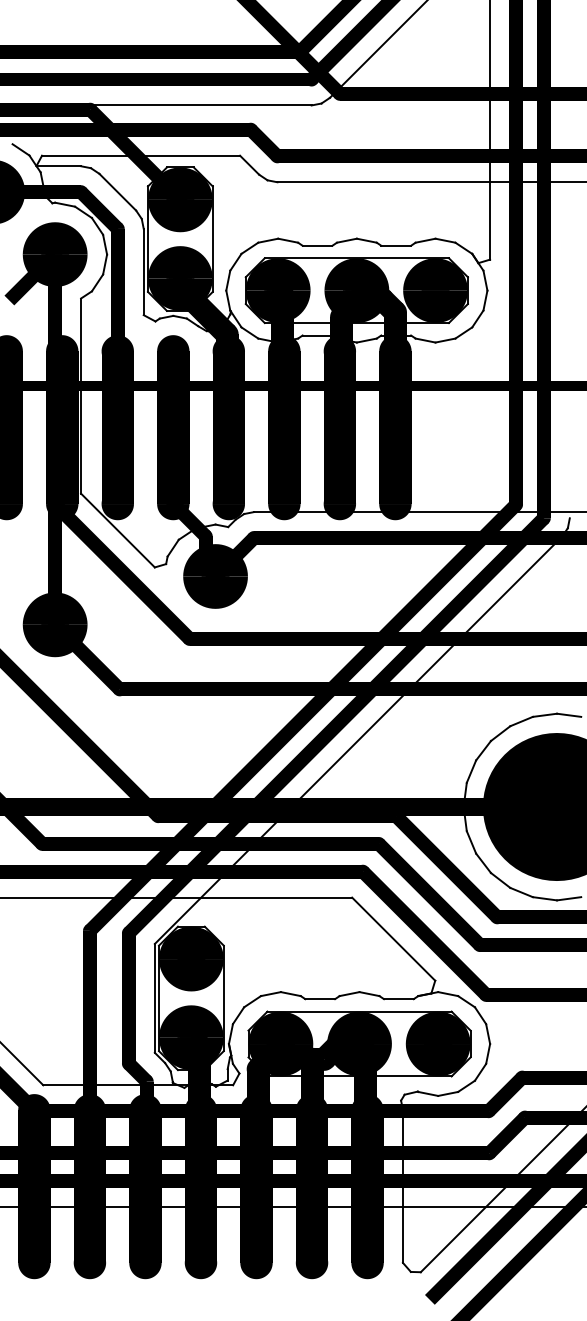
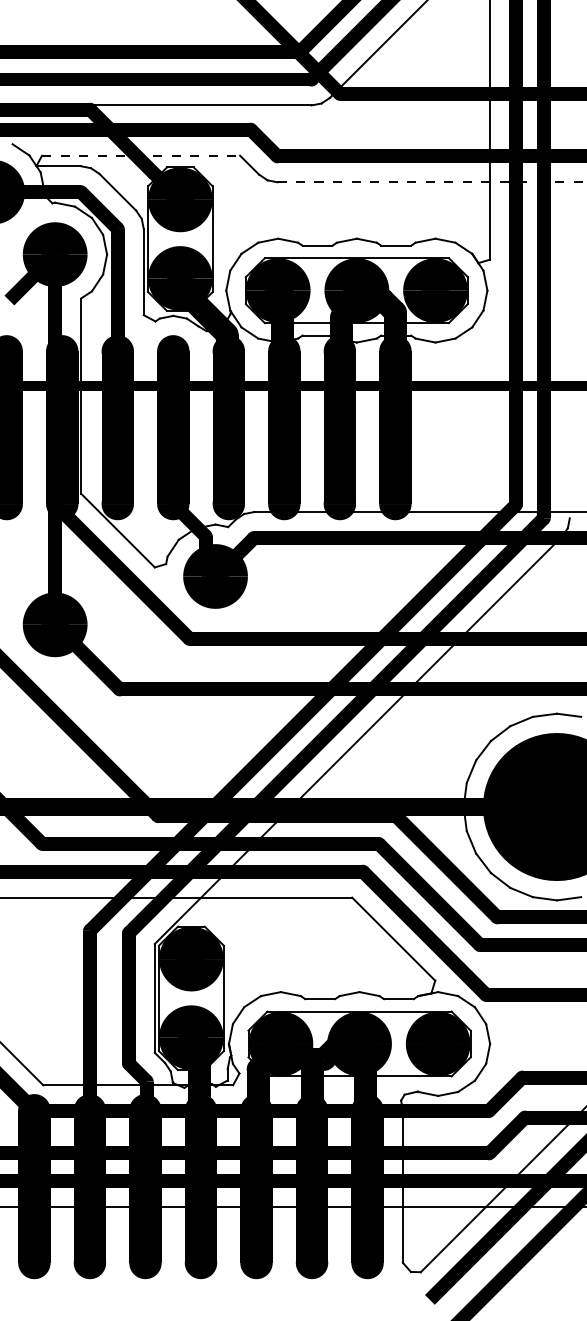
line at (141, 155): solid -> dashed
line at (432, 182): solid -> dashed
